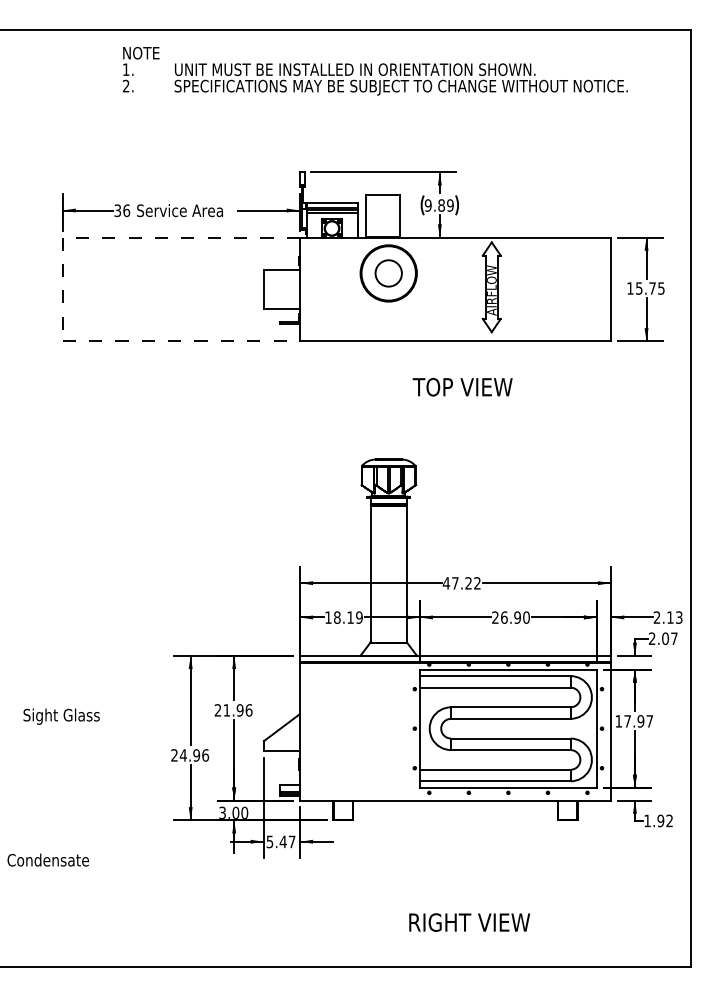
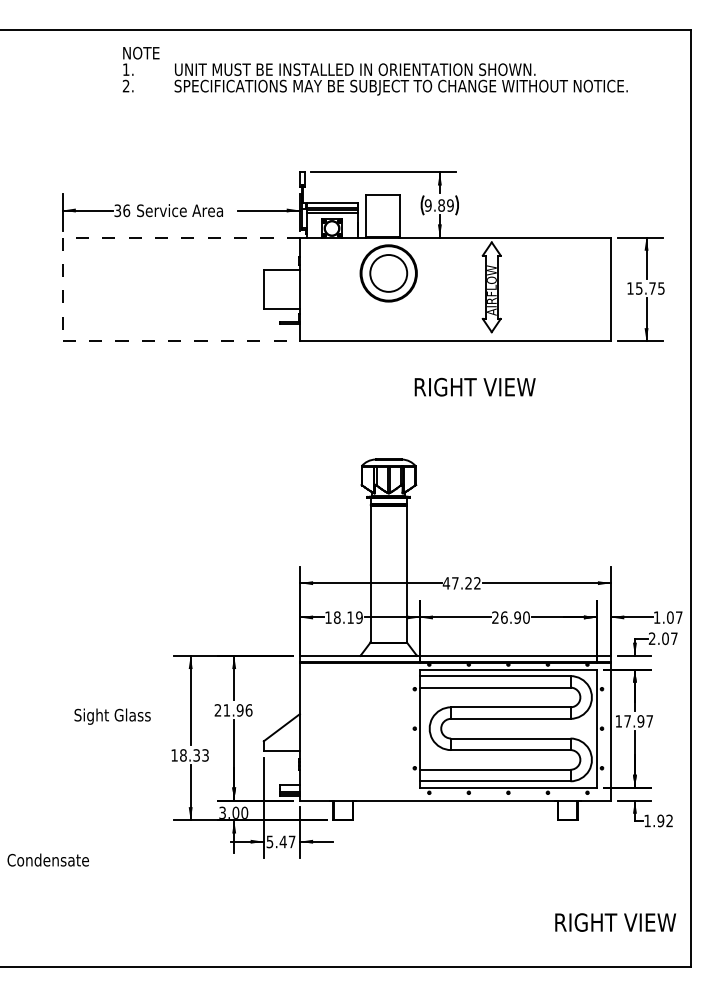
circle at (388, 273) diameter: 26 px -> 37 px
text at (473, 386): TOP VIEW -> RIGHT VIEW
text at (667, 617): 2.13 -> 1.07
text at (61, 716) position: (61, 716) -> (112, 716)
text at (190, 755): 24.96 -> 18.33
text at (469, 922) position: (469, 922) -> (615, 922)
